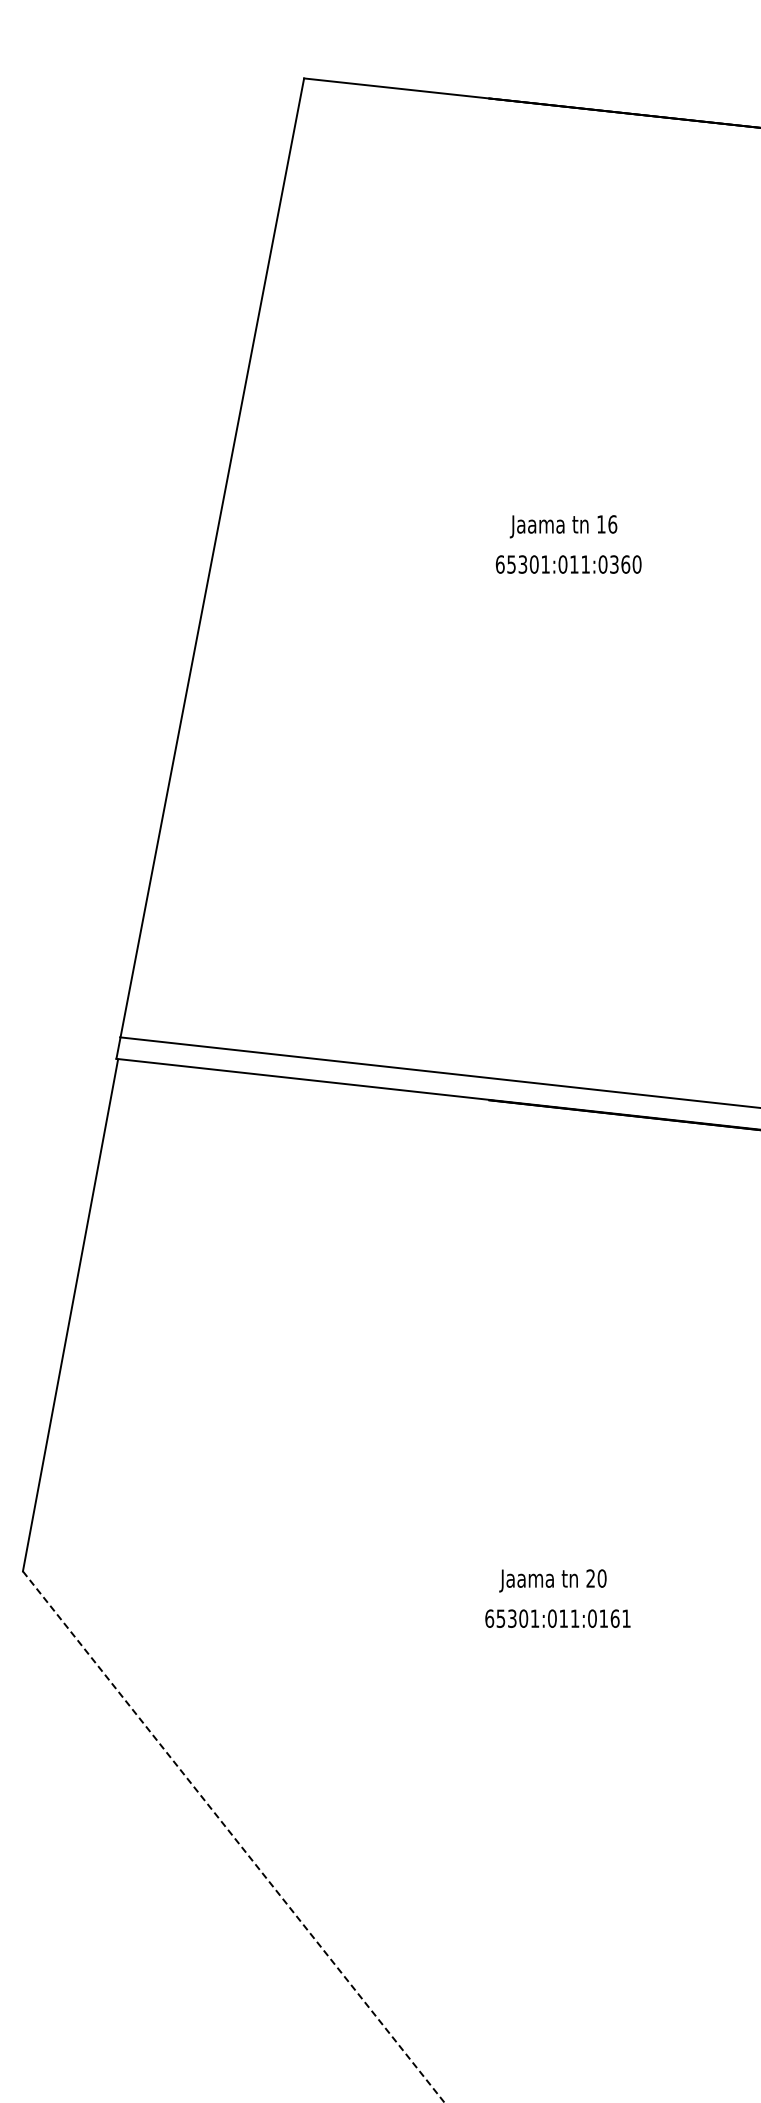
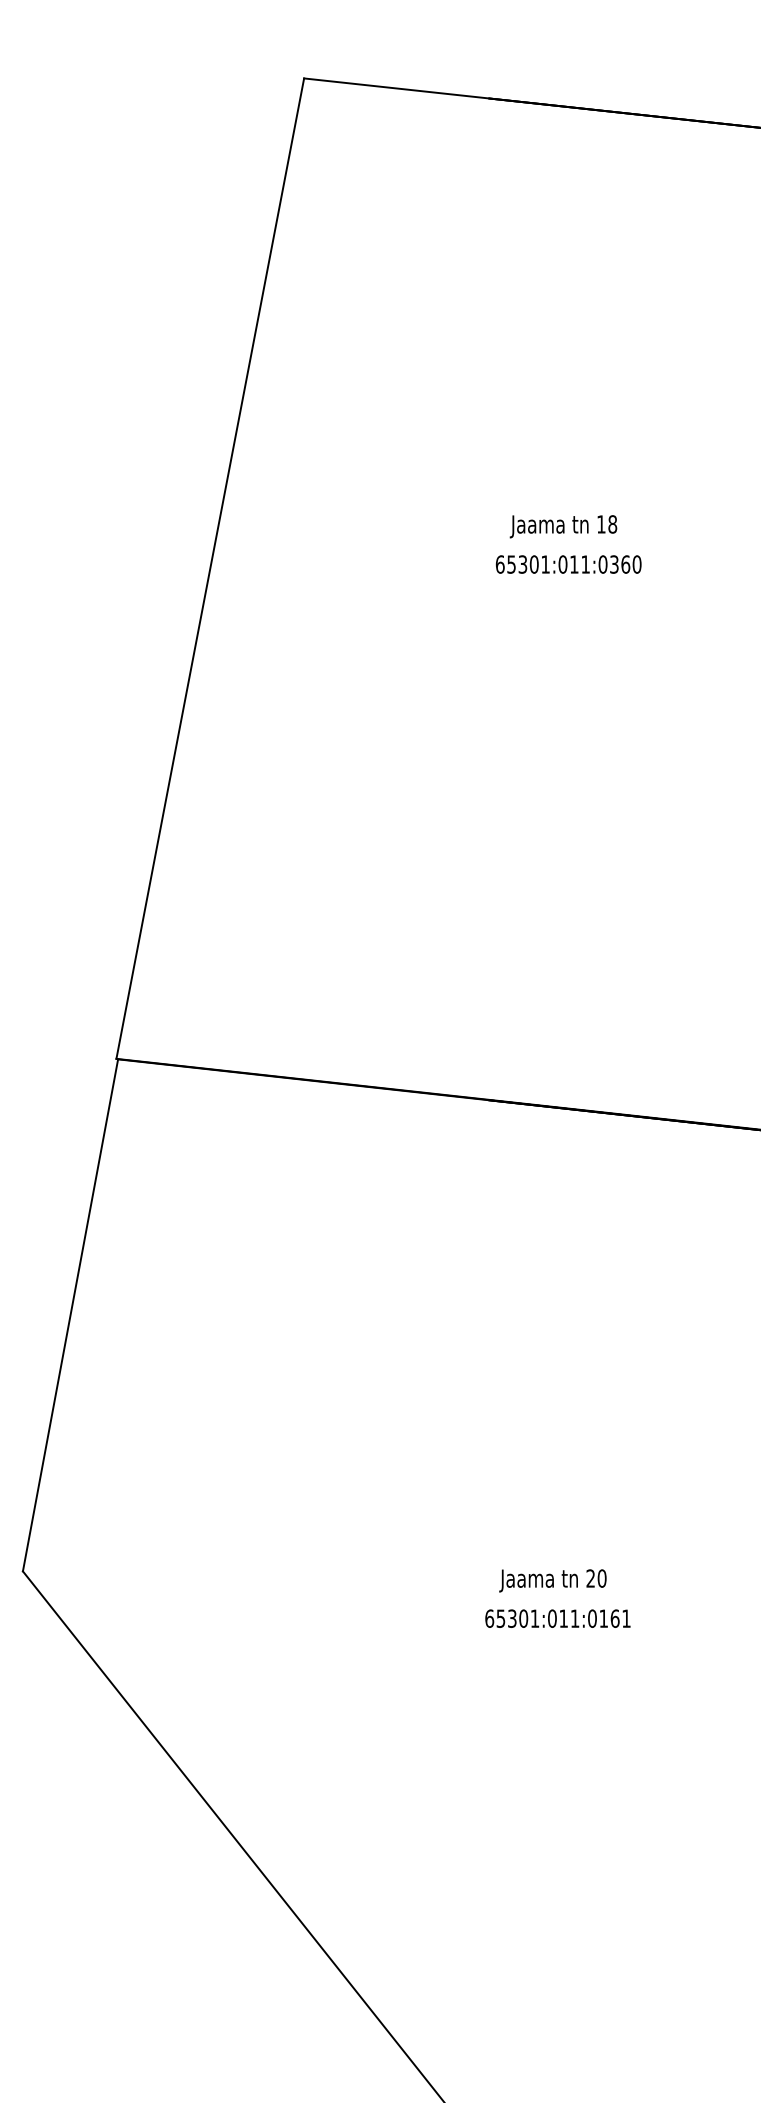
text at (612, 524): 16 -> 18
line at (438, 1072) position: (438, 1072) -> (437, 1094)
line at (233, 1836): dashed -> solid
